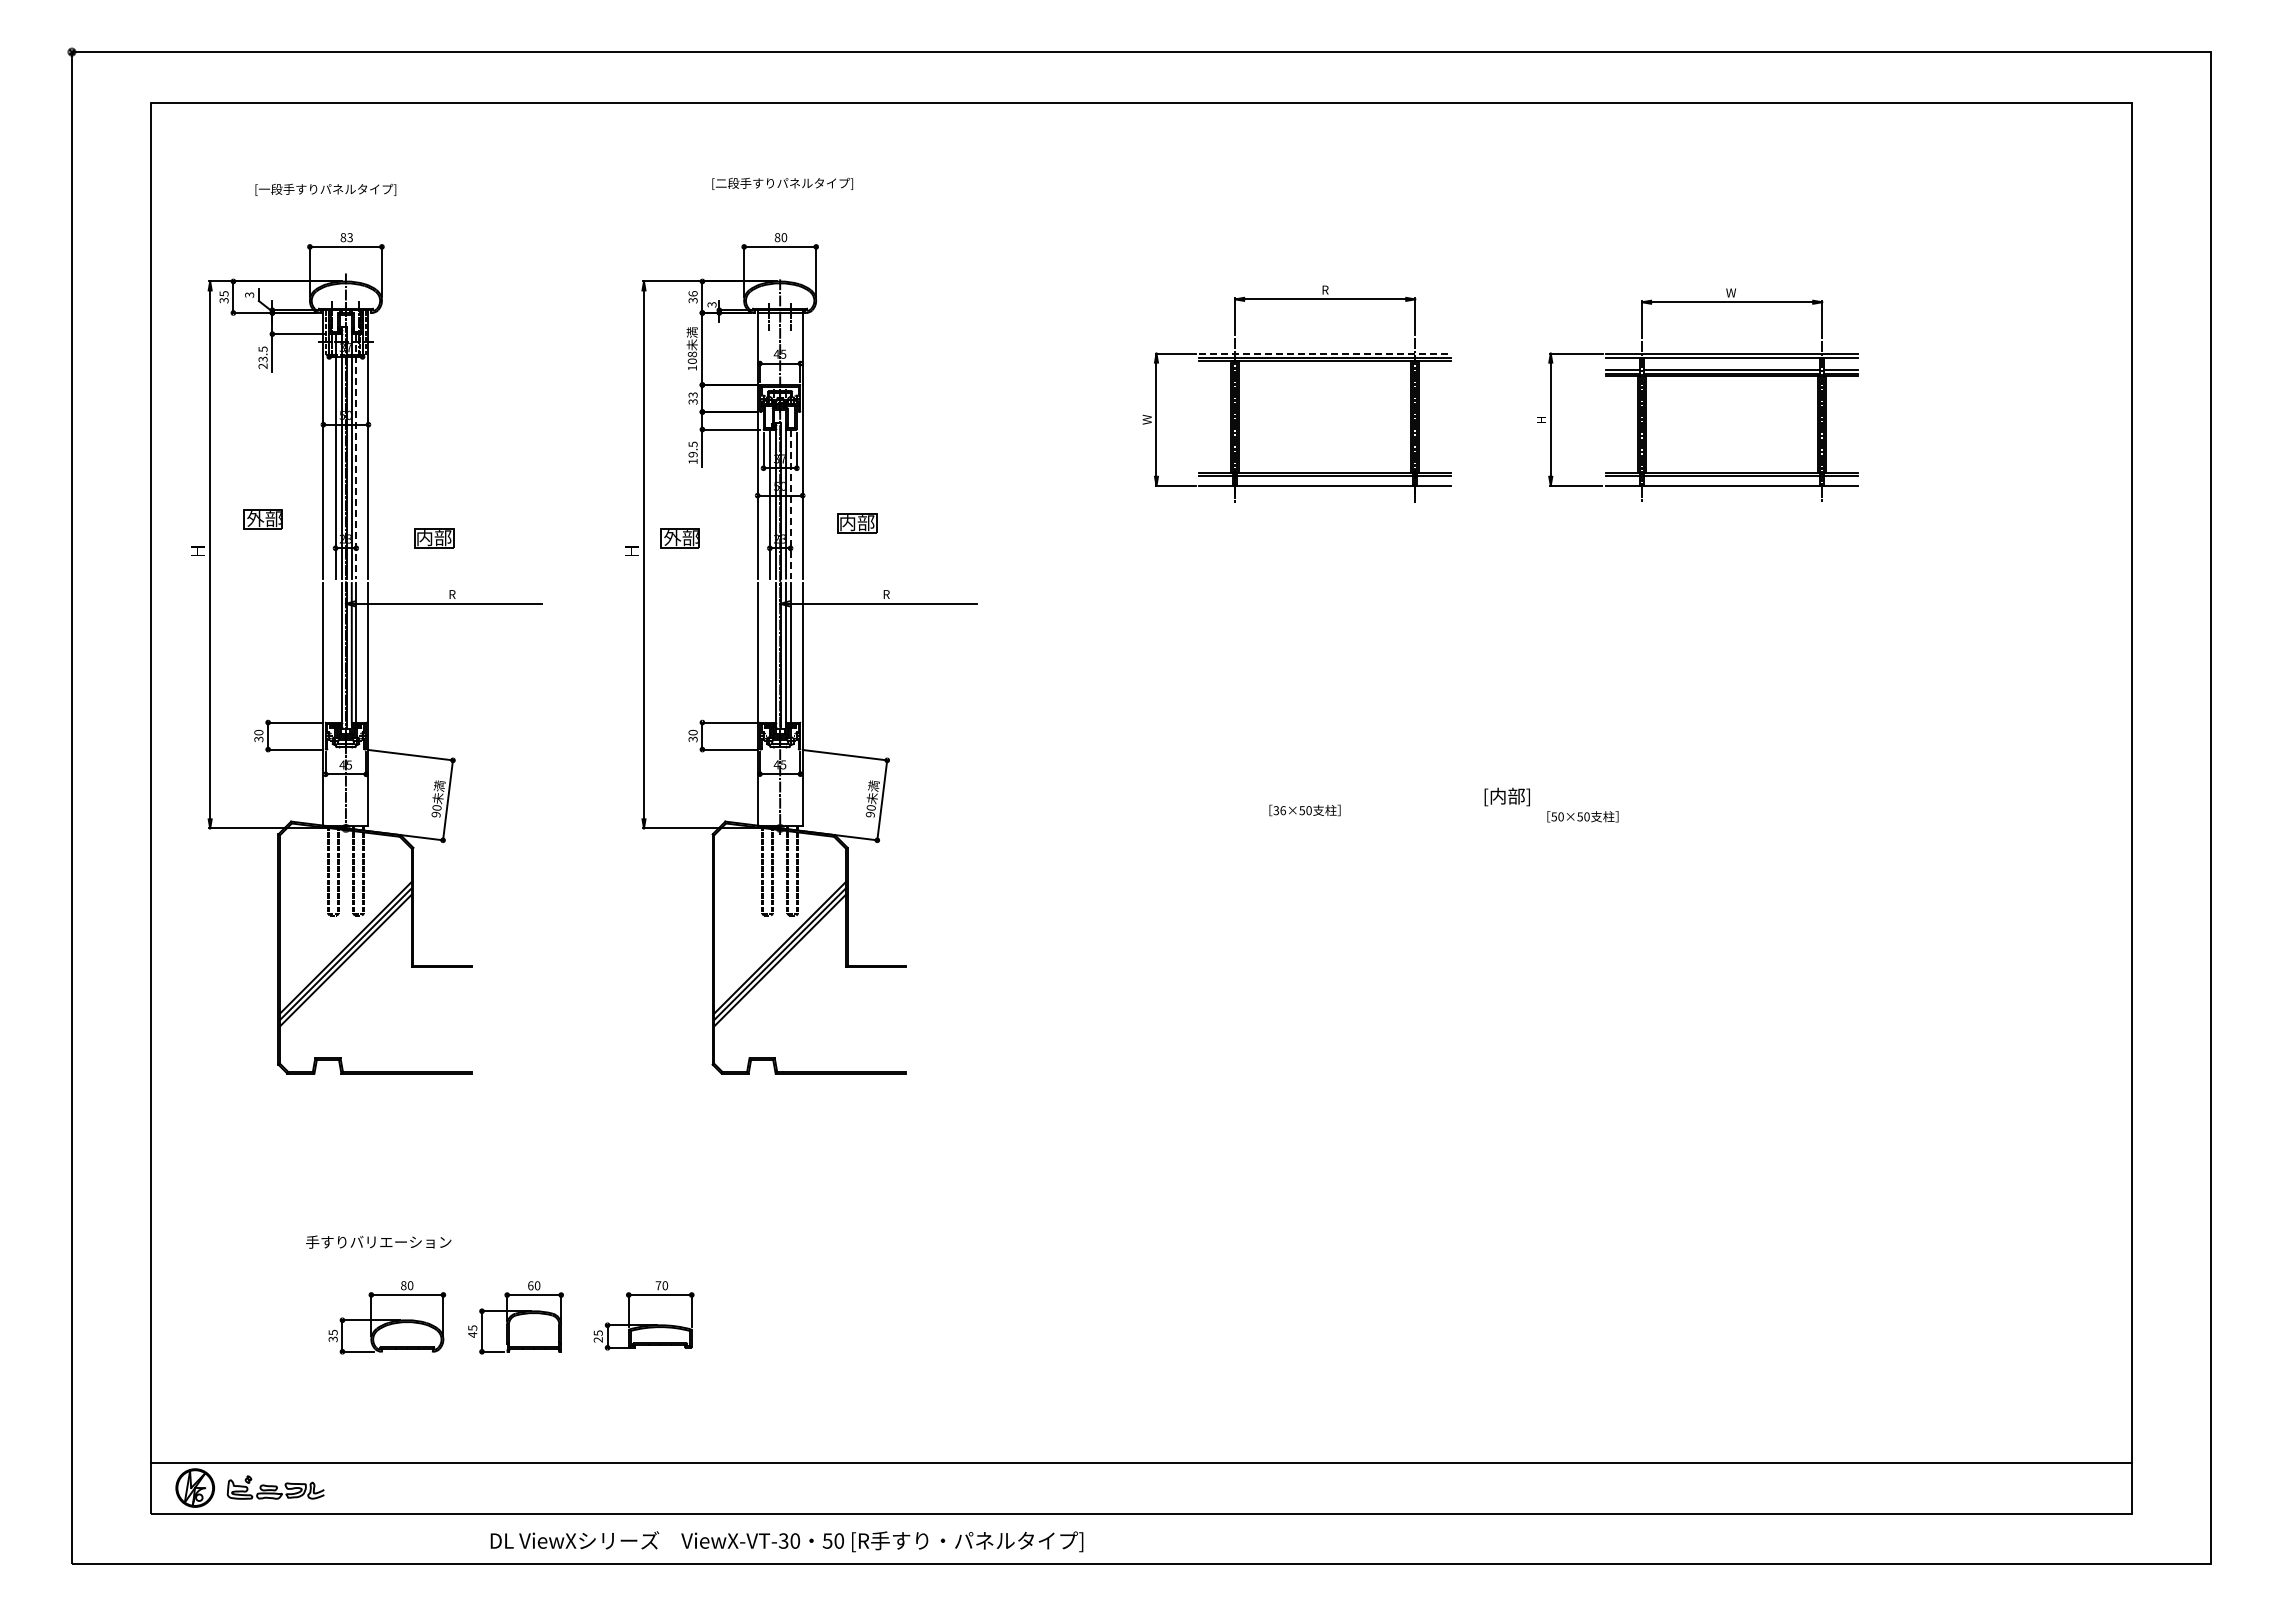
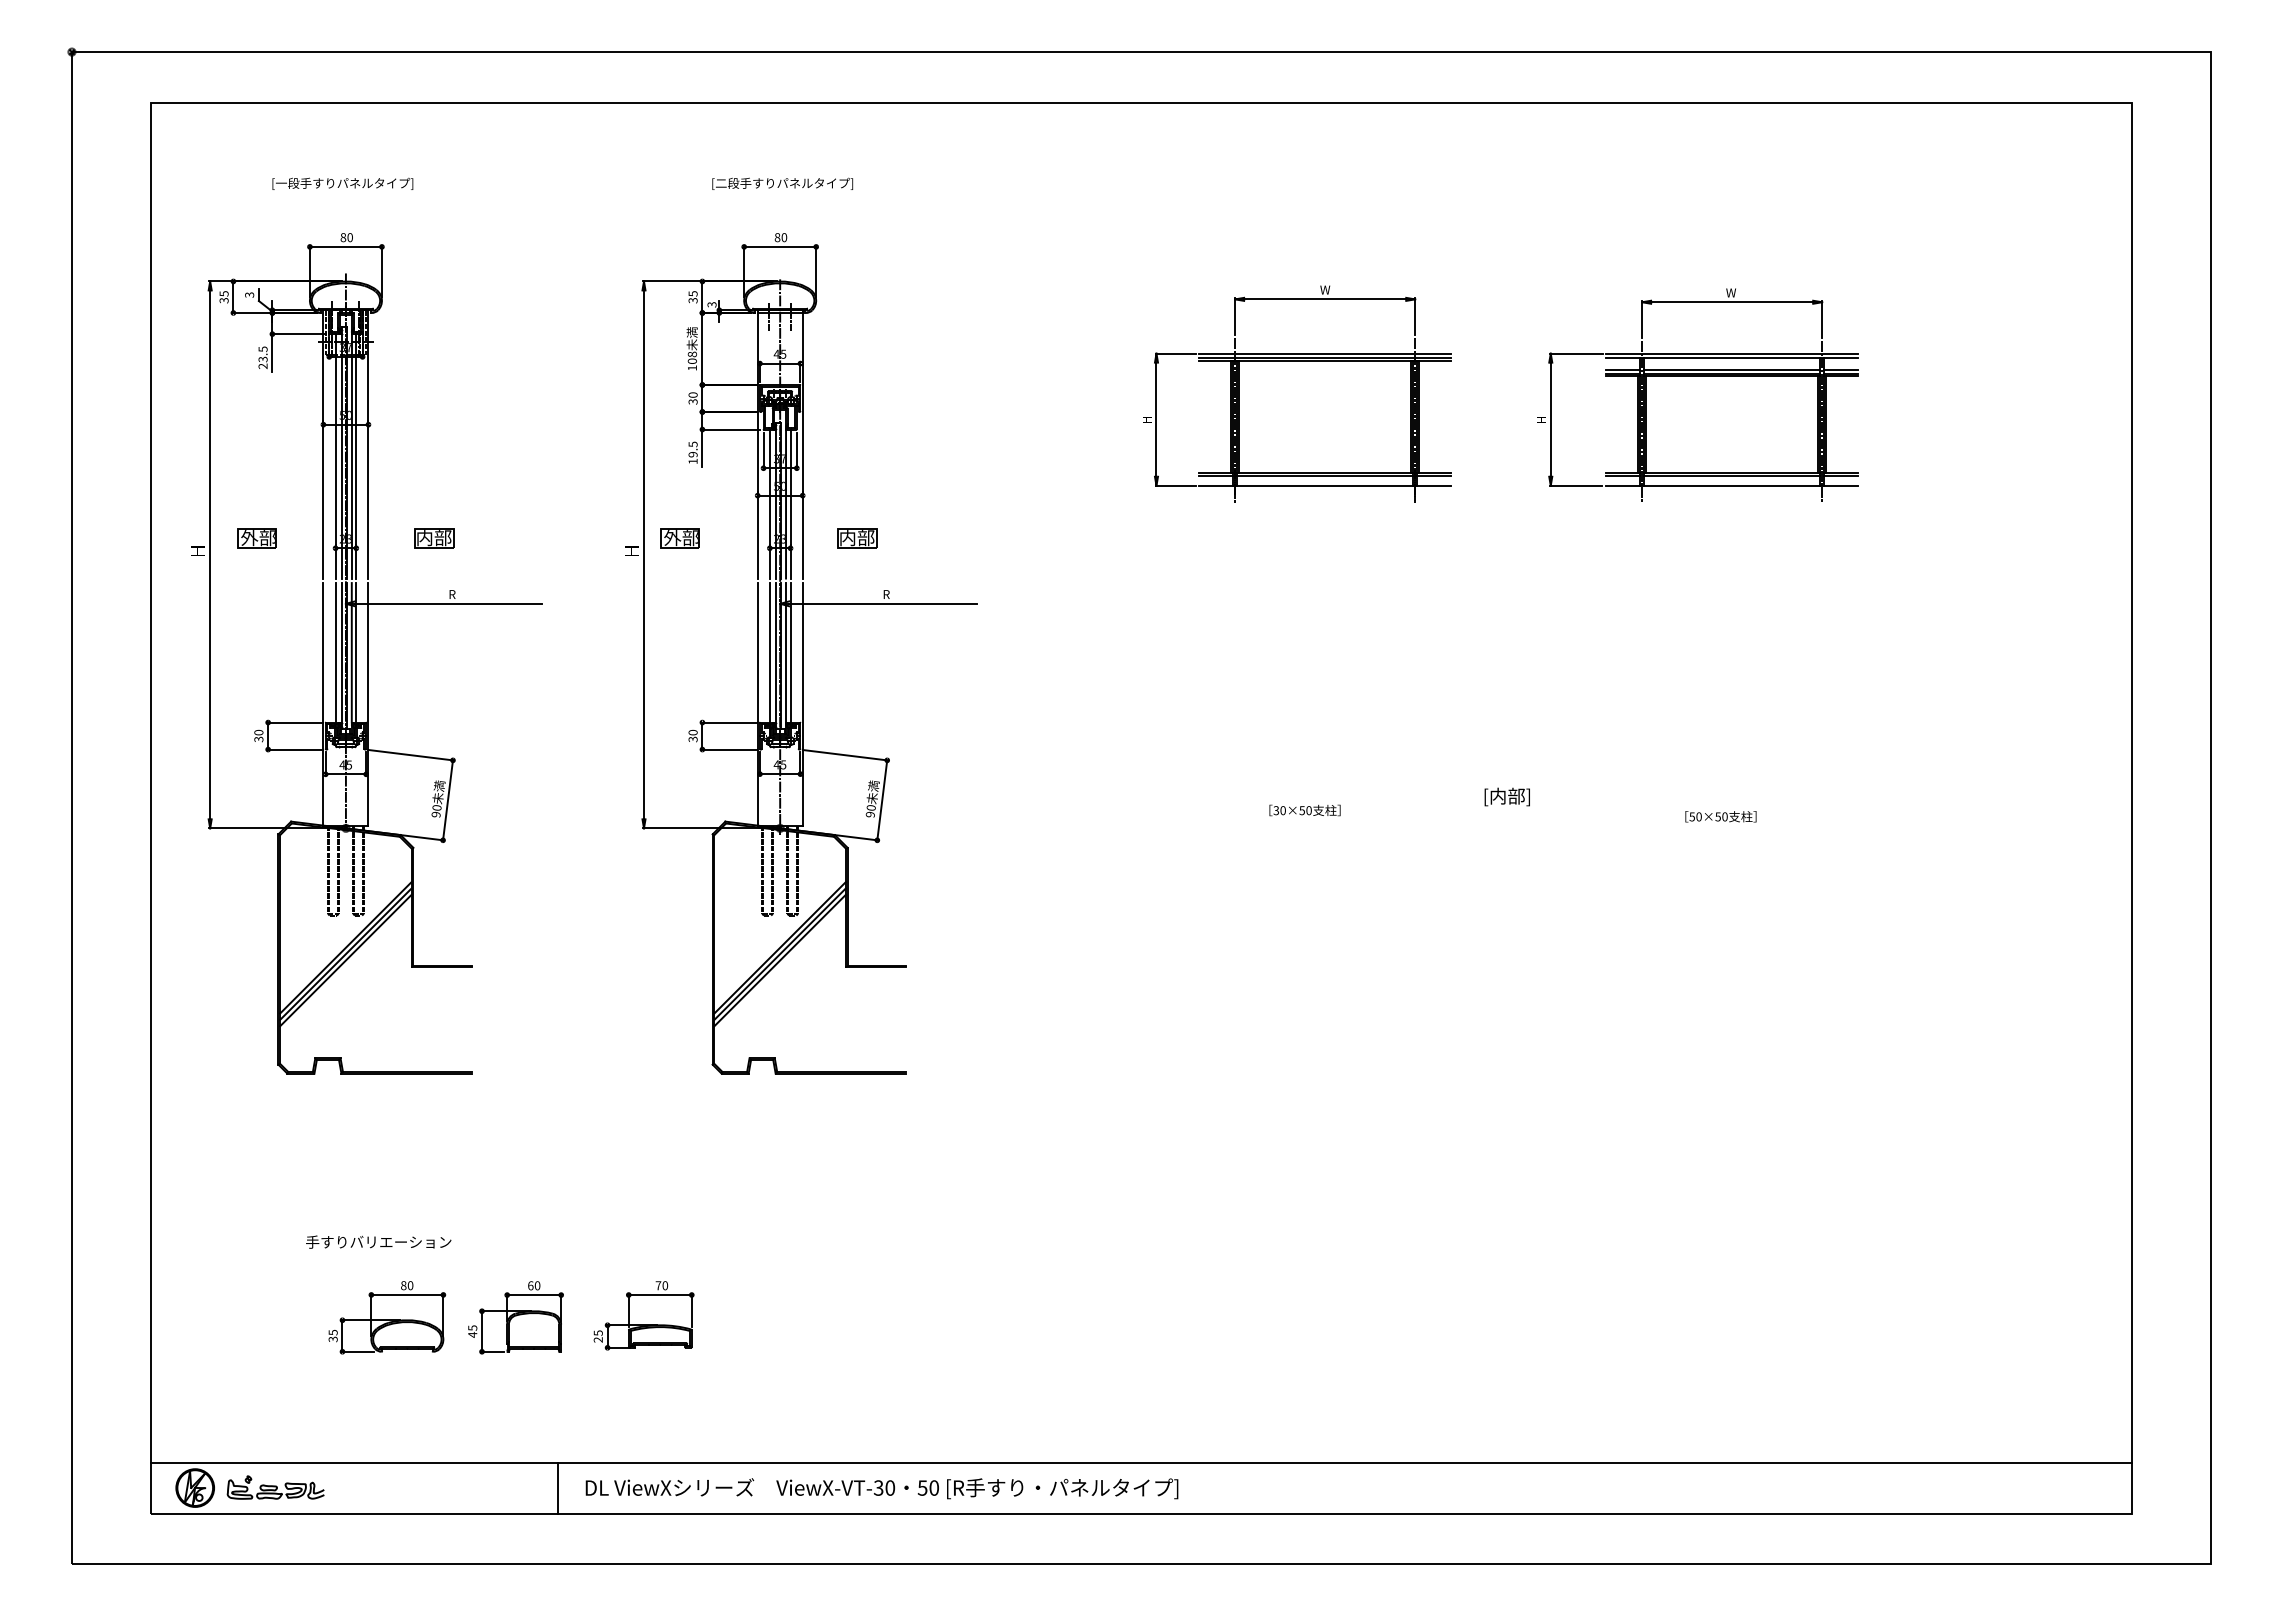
text at (325, 189) position: (325, 189) -> (342, 183)
text at (349, 237): 83 -> 80
text at (1325, 289): R -> W
text at (692, 293): 36 -> 35
line at (1325, 353): dashed -> solid
text at (692, 394): 33 -> 30
text at (1146, 419): W -> H
line at (356, 456): dashed -> solid
line at (790, 504): dashed -> solid
part at (262, 519) position: (262, 519) -> (256, 538)
part at (857, 523) position: (857, 523) -> (857, 538)
line at (335, 652): none -> present
line at (769, 652): none -> present
text at (1282, 810): 36×50 -> 30×50
text at (1582, 816) position: (1582, 816) -> (1720, 816)
line at (558, 1487): none -> present
text at (786, 1541) position: (786, 1541) -> (881, 1488)
